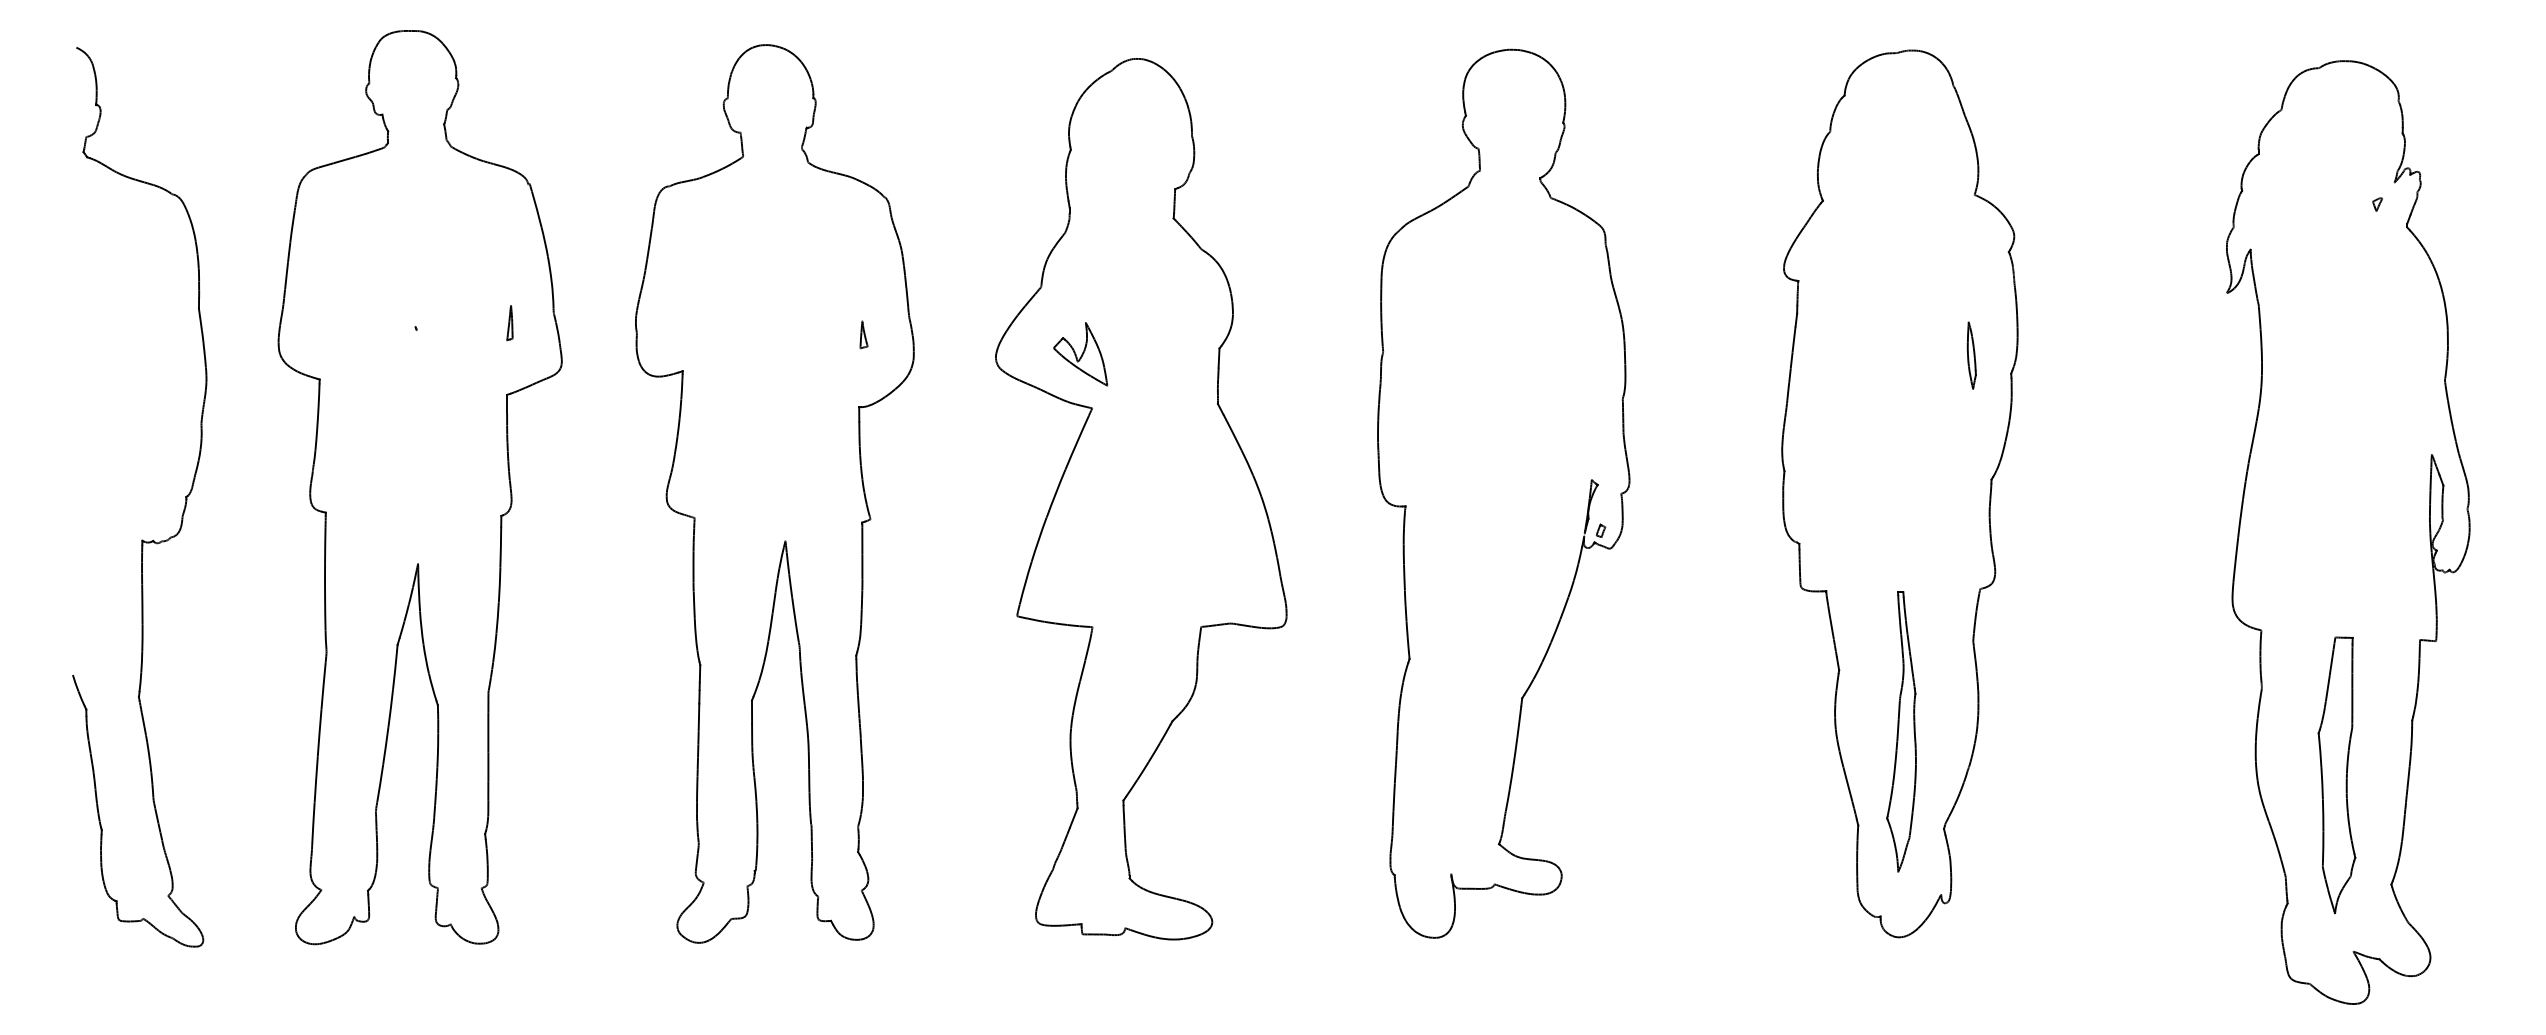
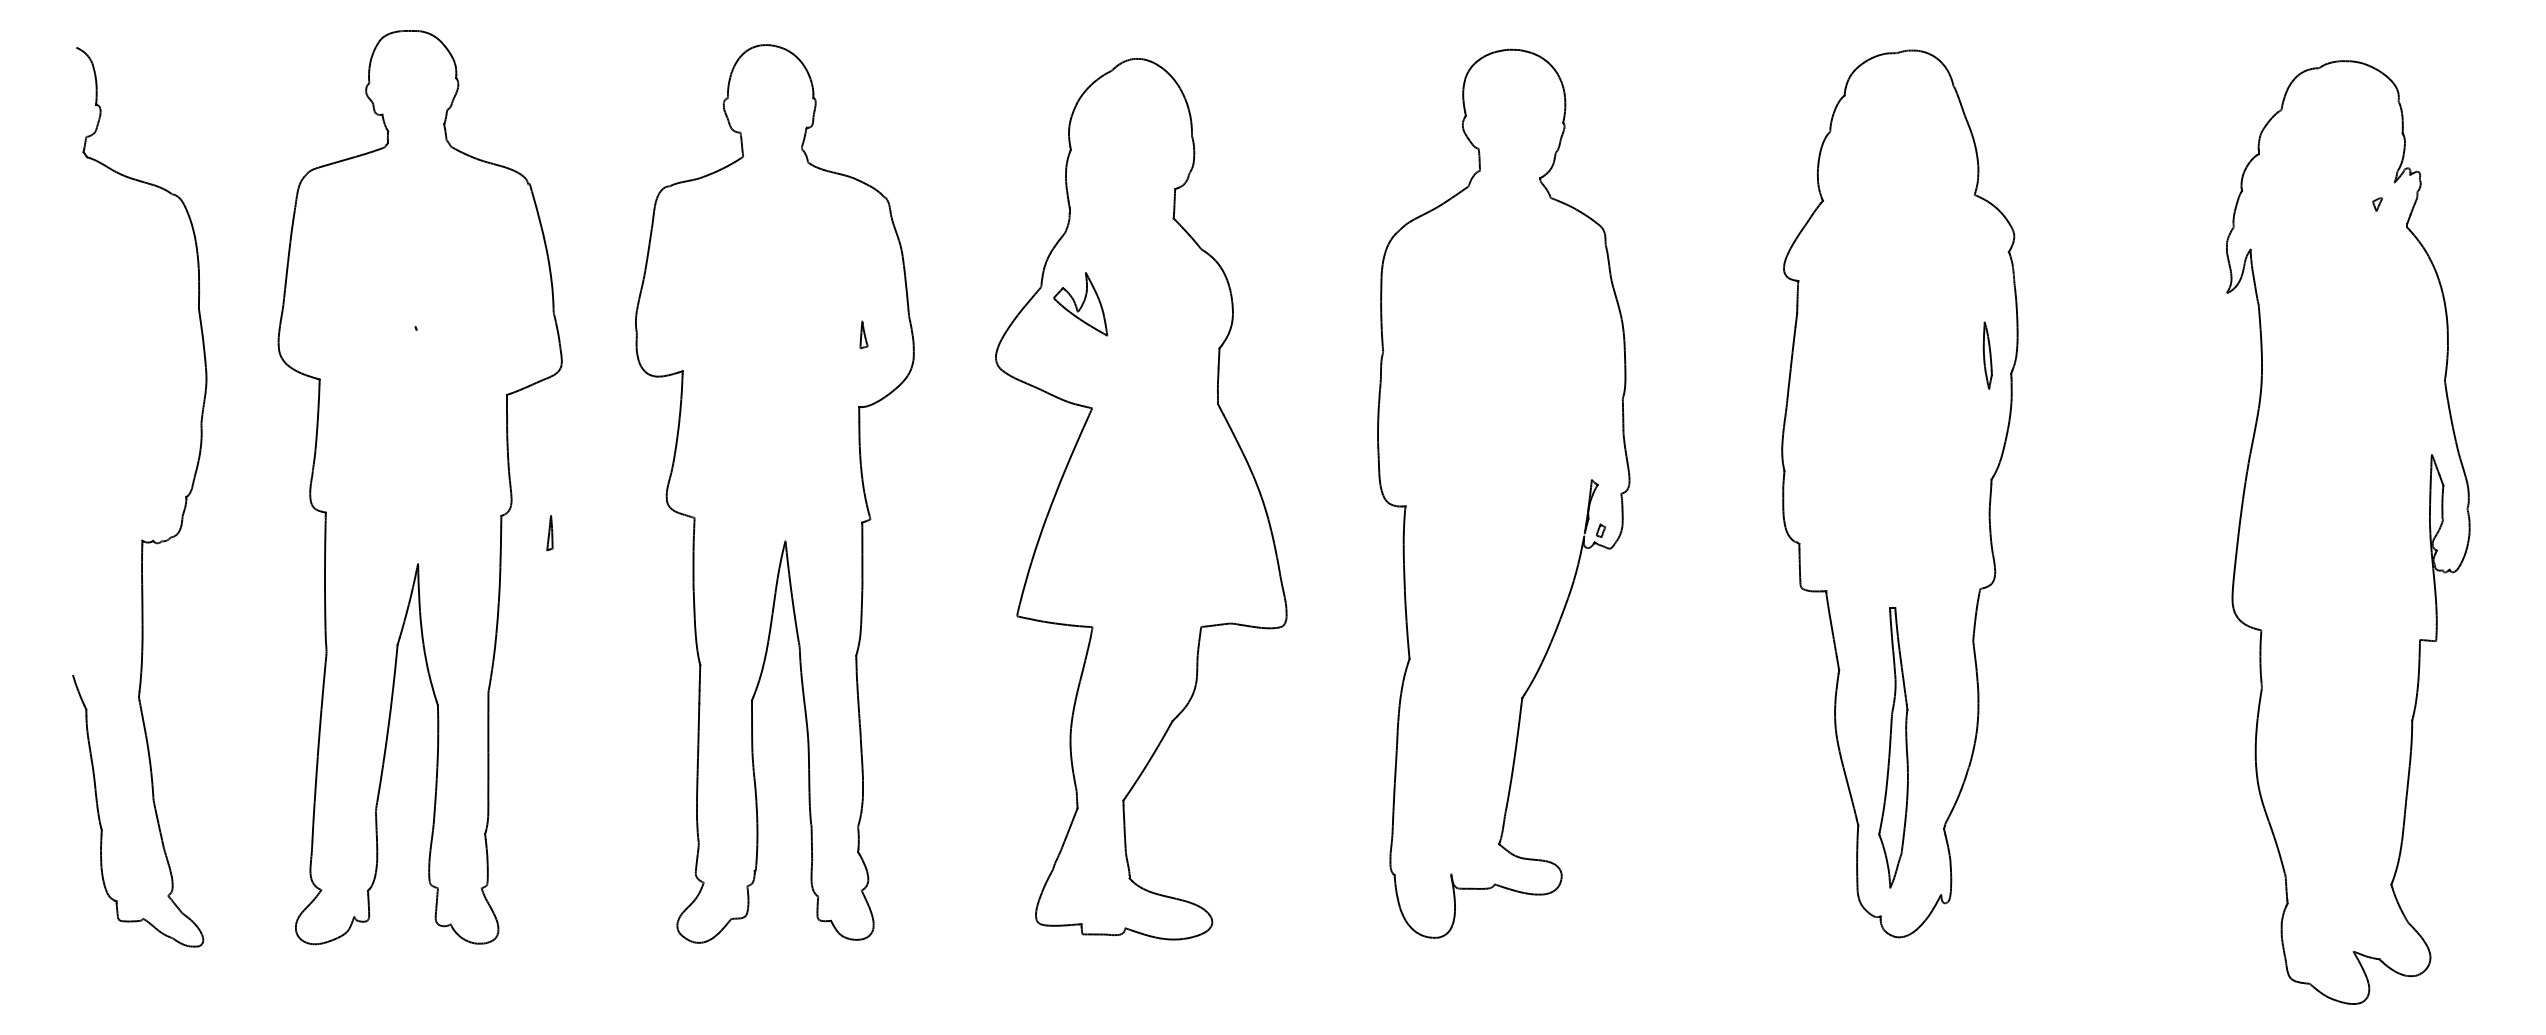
part at (509, 323) position: (509, 323) -> (549, 533)
part at (1080, 354) position: (1080, 354) -> (1080, 304)
part at (1971, 355) position: (1971, 355) -> (1987, 355)
part at (1901, 731) position: (1901, 731) -> (1893, 747)
part at (2336, 775): present -> none
